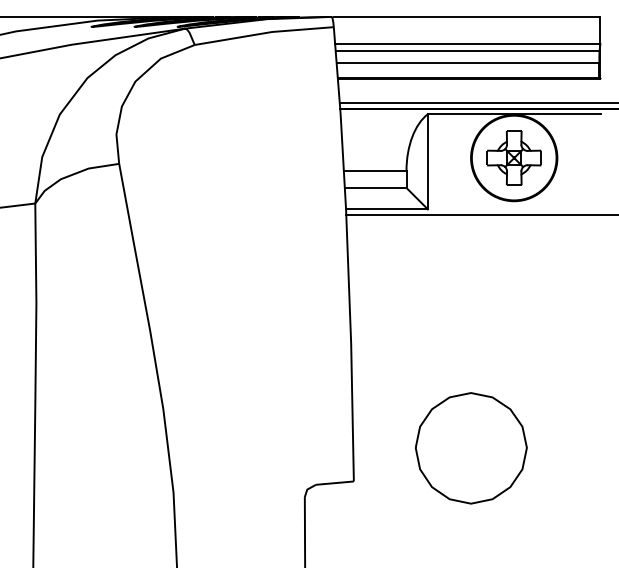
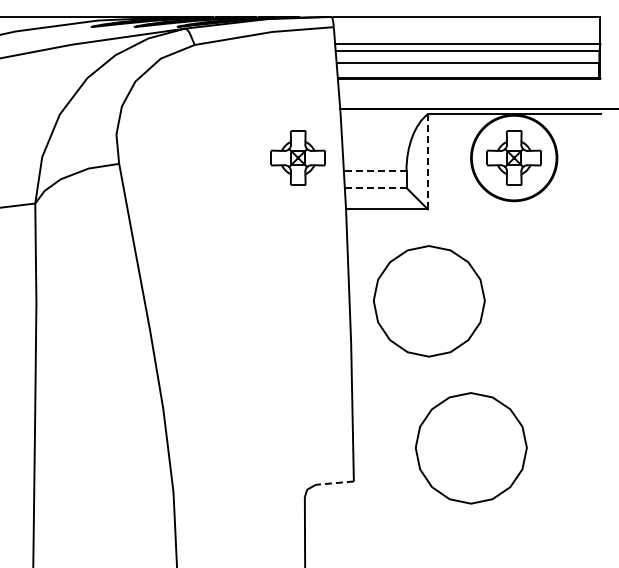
line at (477, 102): present -> none
part at (297, 157): none -> present
line at (427, 161): solid -> dashed
line at (374, 170): solid -> dashed
line at (375, 187): solid -> dashed
line at (480, 215): present -> none
part at (429, 301): none -> present
line at (334, 483): solid -> dashed
